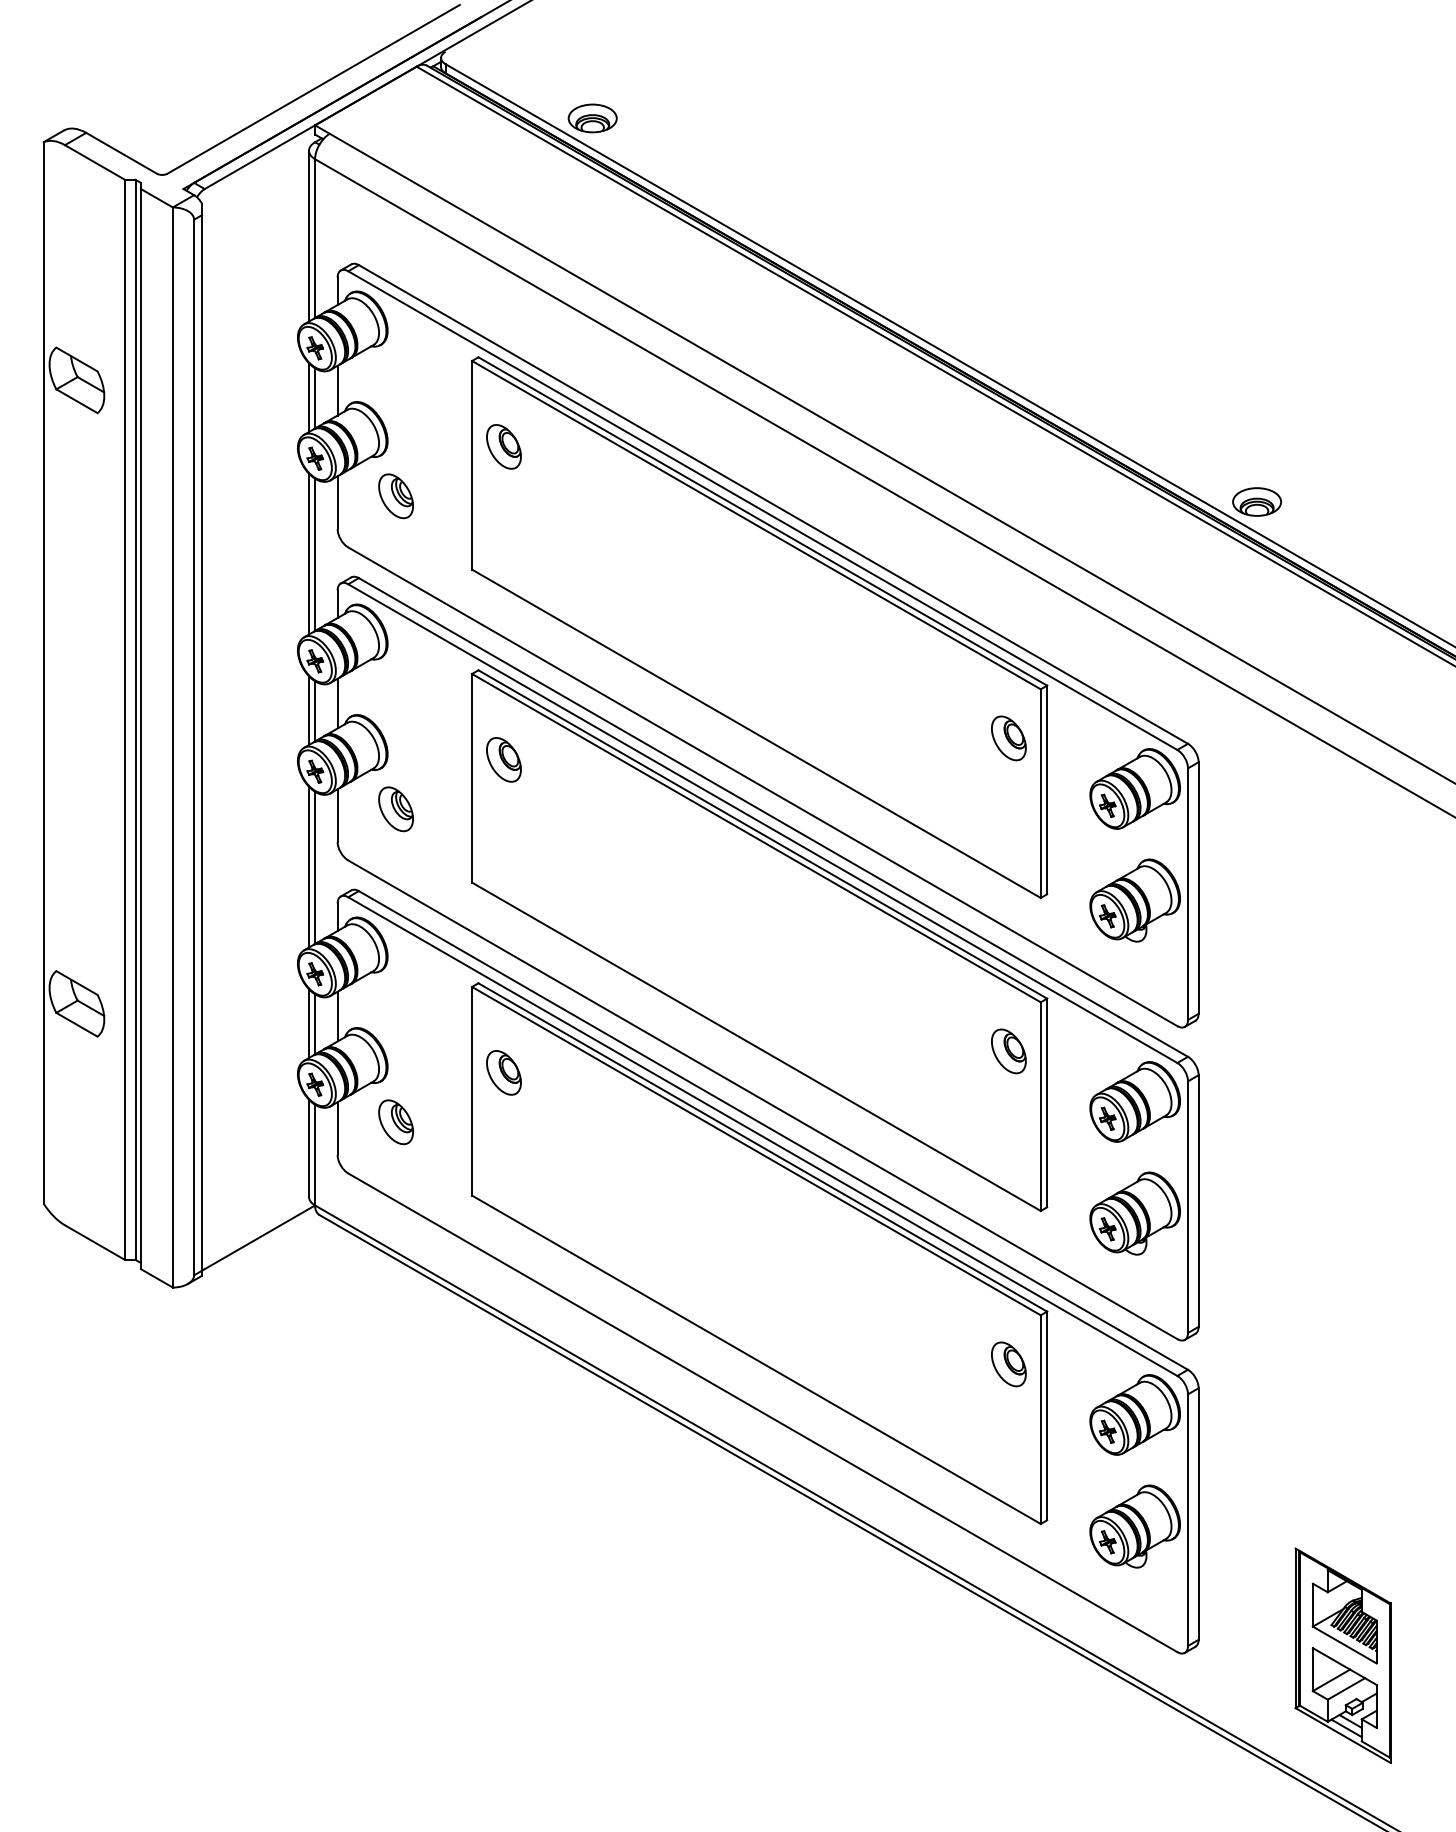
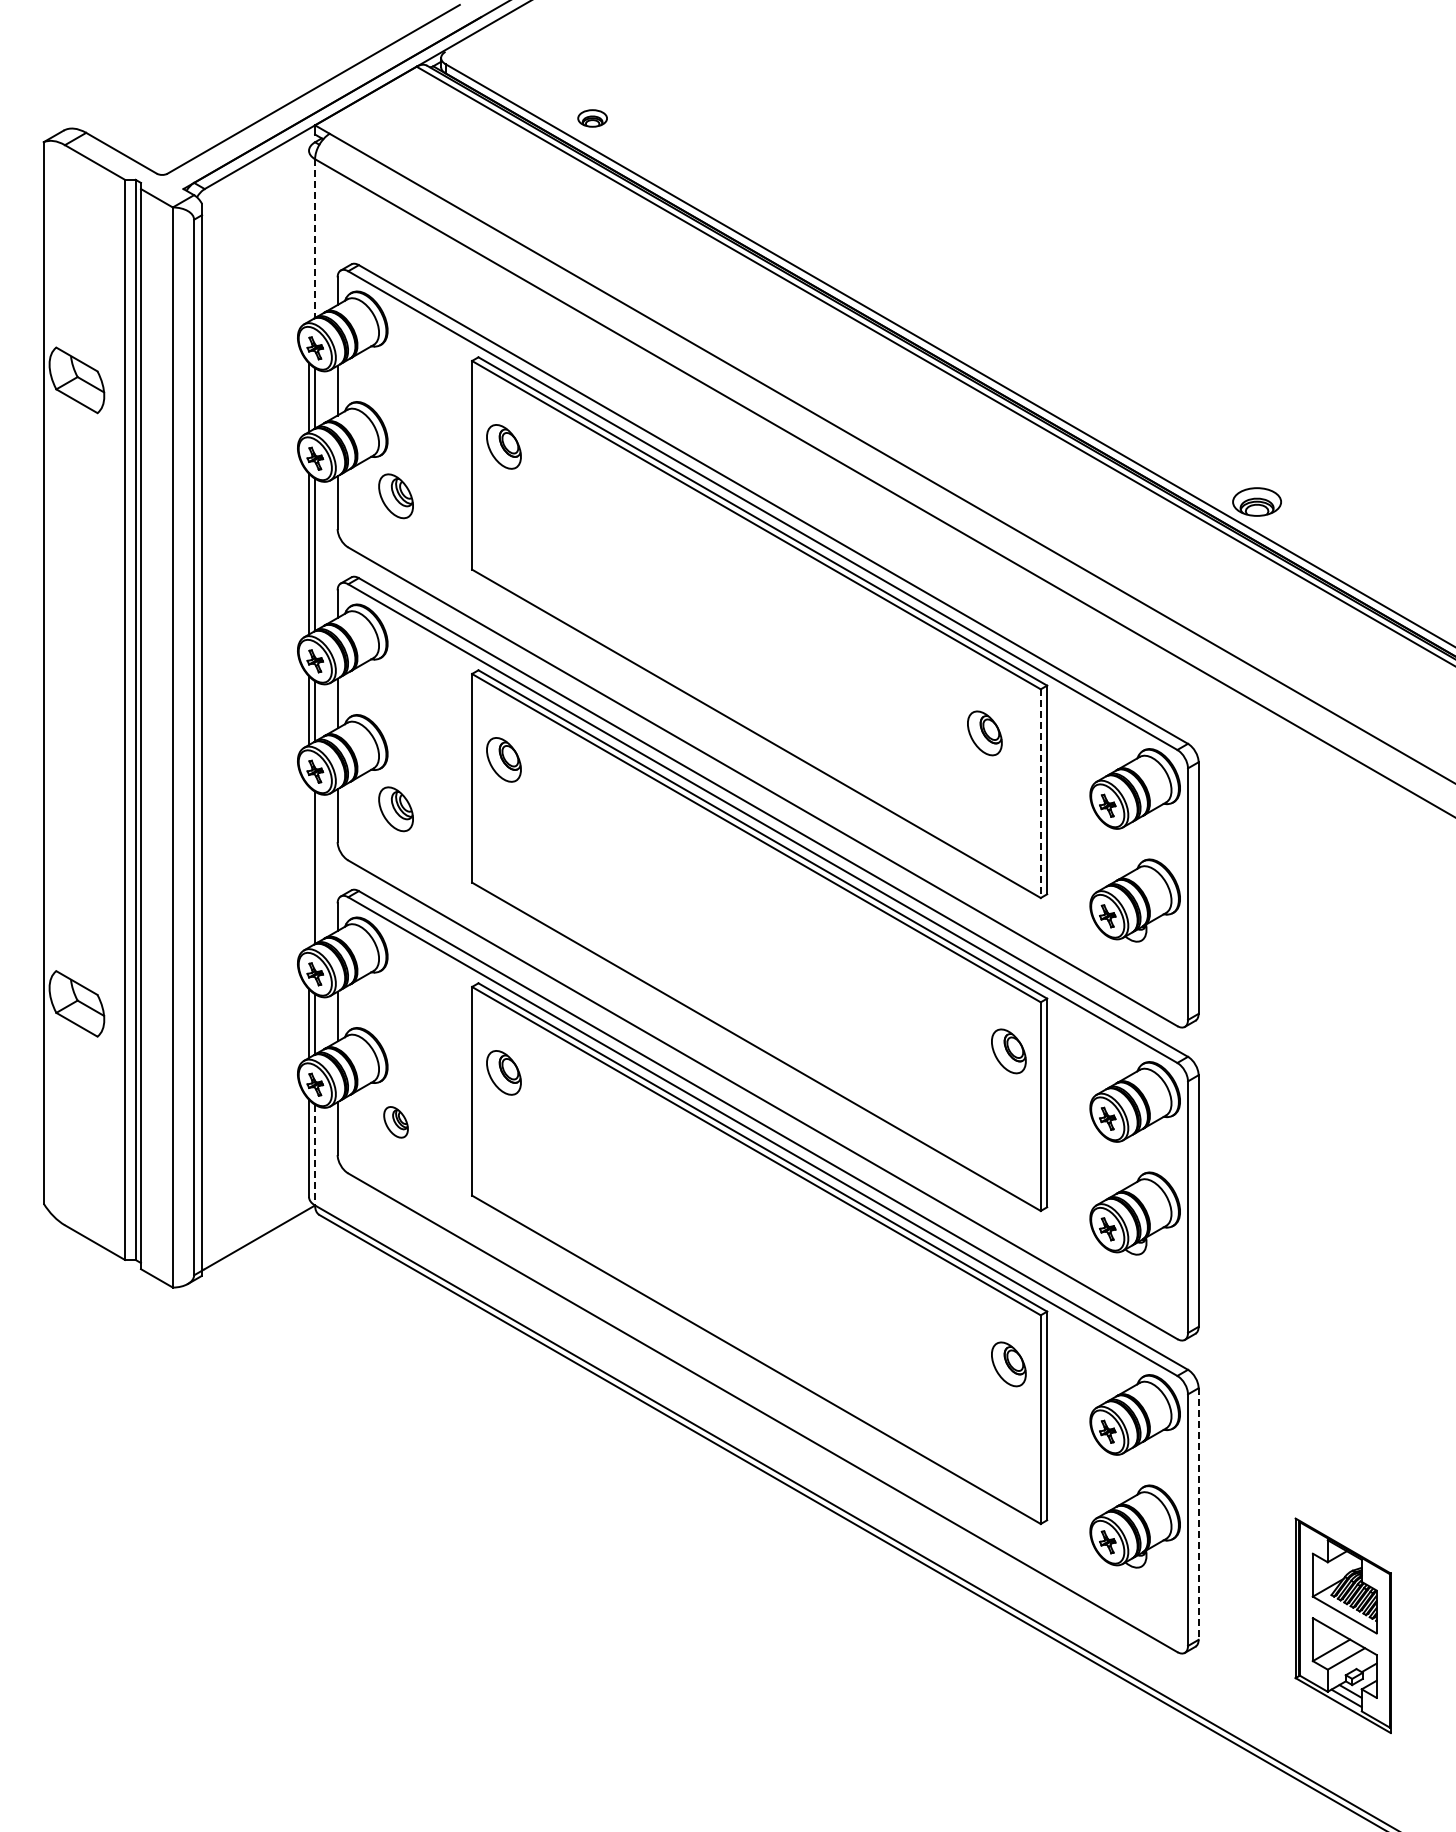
part at (592, 118) size: 51x31 px -> 31x19 px
line at (309, 235): present -> none
line at (315, 239): solid -> dashed
part at (1008, 738) position: (1008, 738) -> (984, 733)
line at (1040, 794): solid -> dashed
line at (309, 866): present -> none
part at (395, 1122) size: 36x47 px -> 26x33 px
line at (315, 1155): solid -> dashed
line at (1198, 1514): solid -> dashed
part at (1342, 1655) position: (1342, 1655) -> (1342, 1625)
